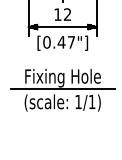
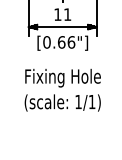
text at (67, 14): 12 -> 11
text at (66, 42): [0.47"] -> [0.66"]
line at (62, 89): present -> none
